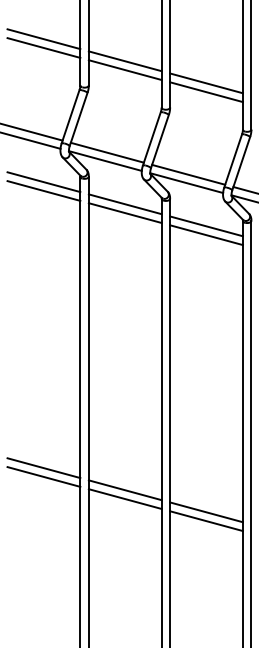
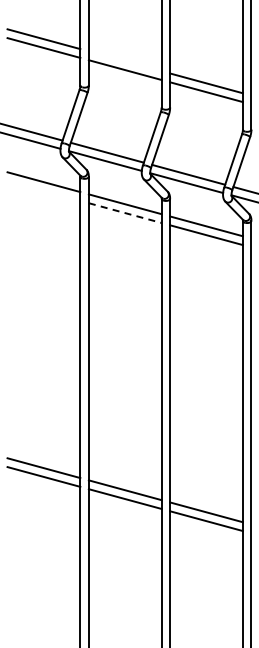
line at (124, 61): present -> none
line at (43, 190): present -> none
line at (125, 213): solid -> dashed
